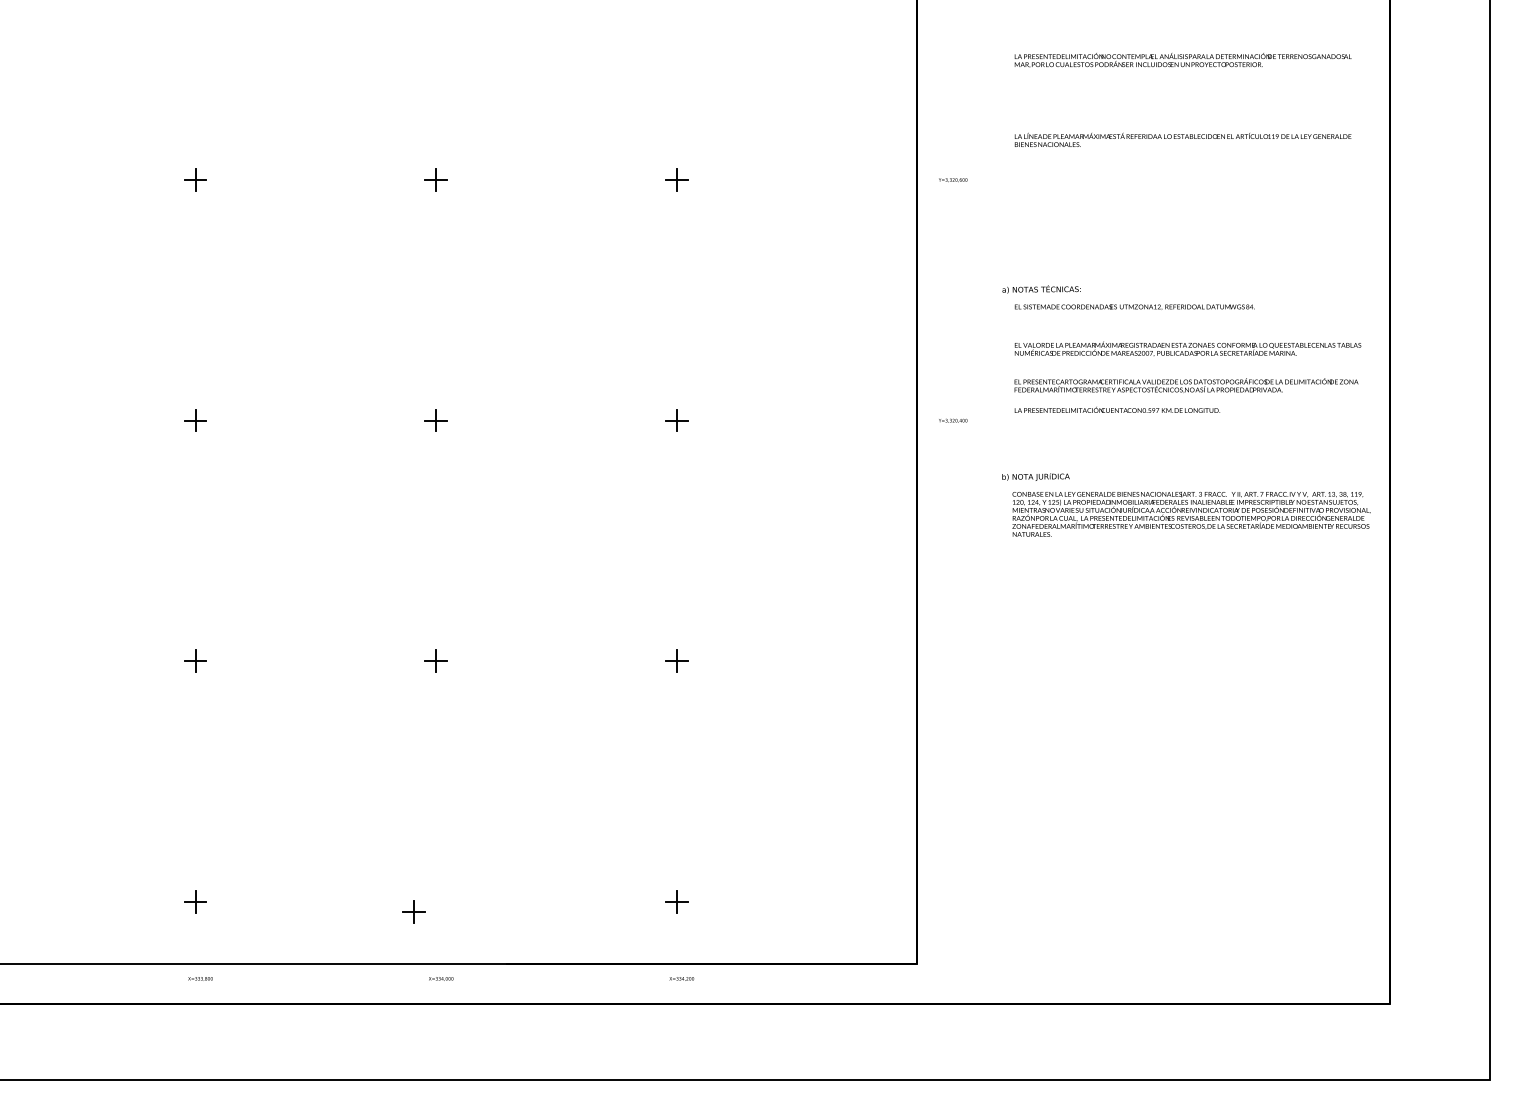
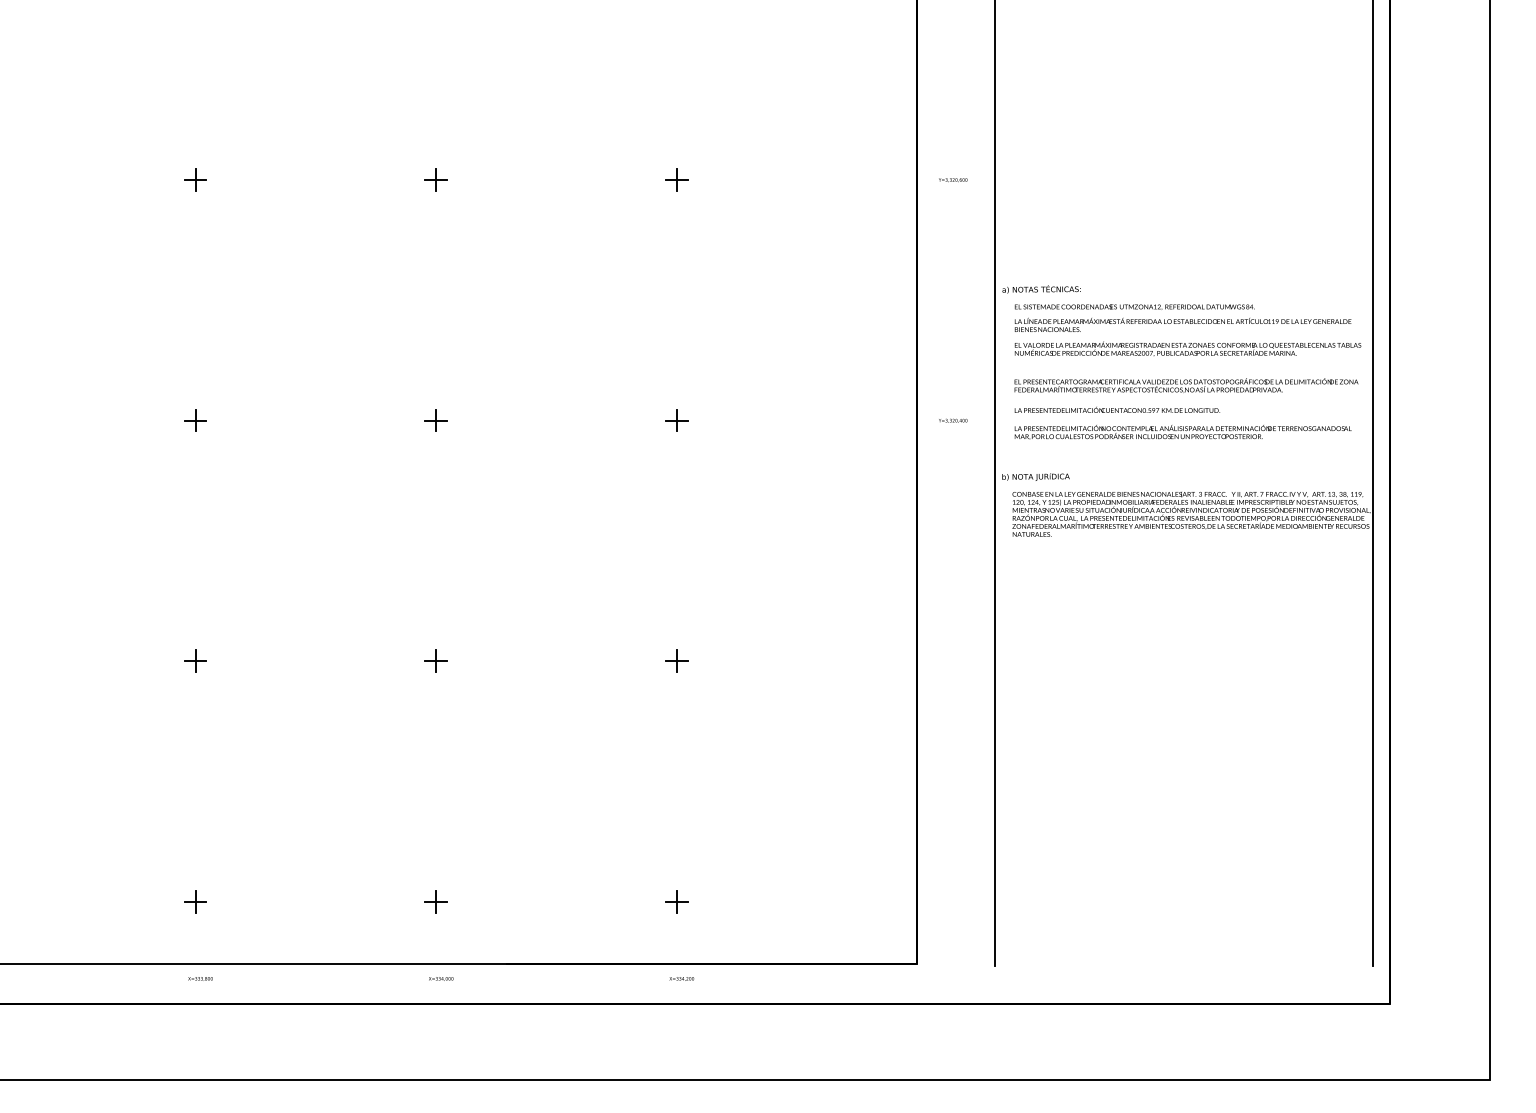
text at (1182, 60) position: (1182, 60) -> (1182, 432)
text at (1182, 139) position: (1182, 139) -> (1182, 324)
line at (995, 483): none -> present
line at (1373, 483): none -> present
part at (413, 911) position: (413, 911) -> (435, 901)
